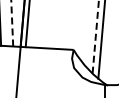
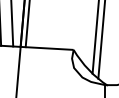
line at (12, 22): dashed -> solid
line at (95, 36): dashed -> solid
